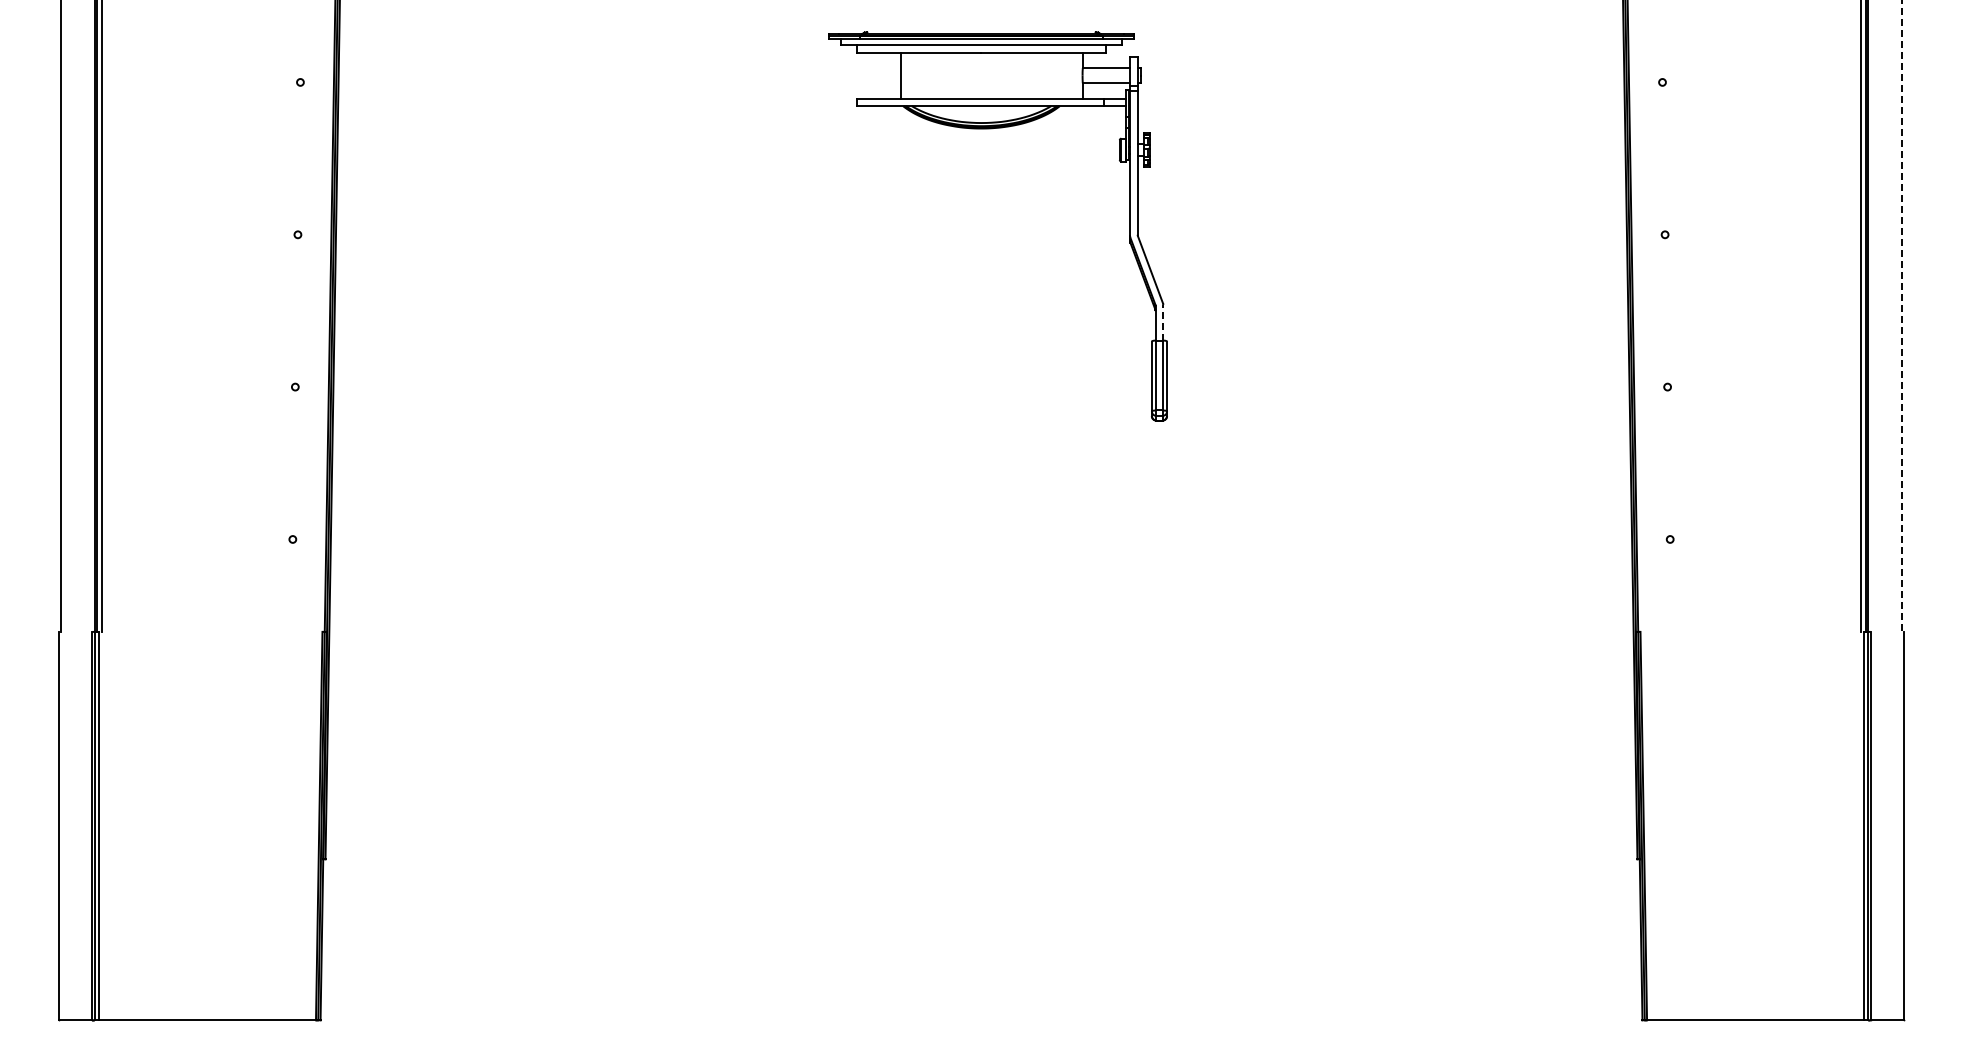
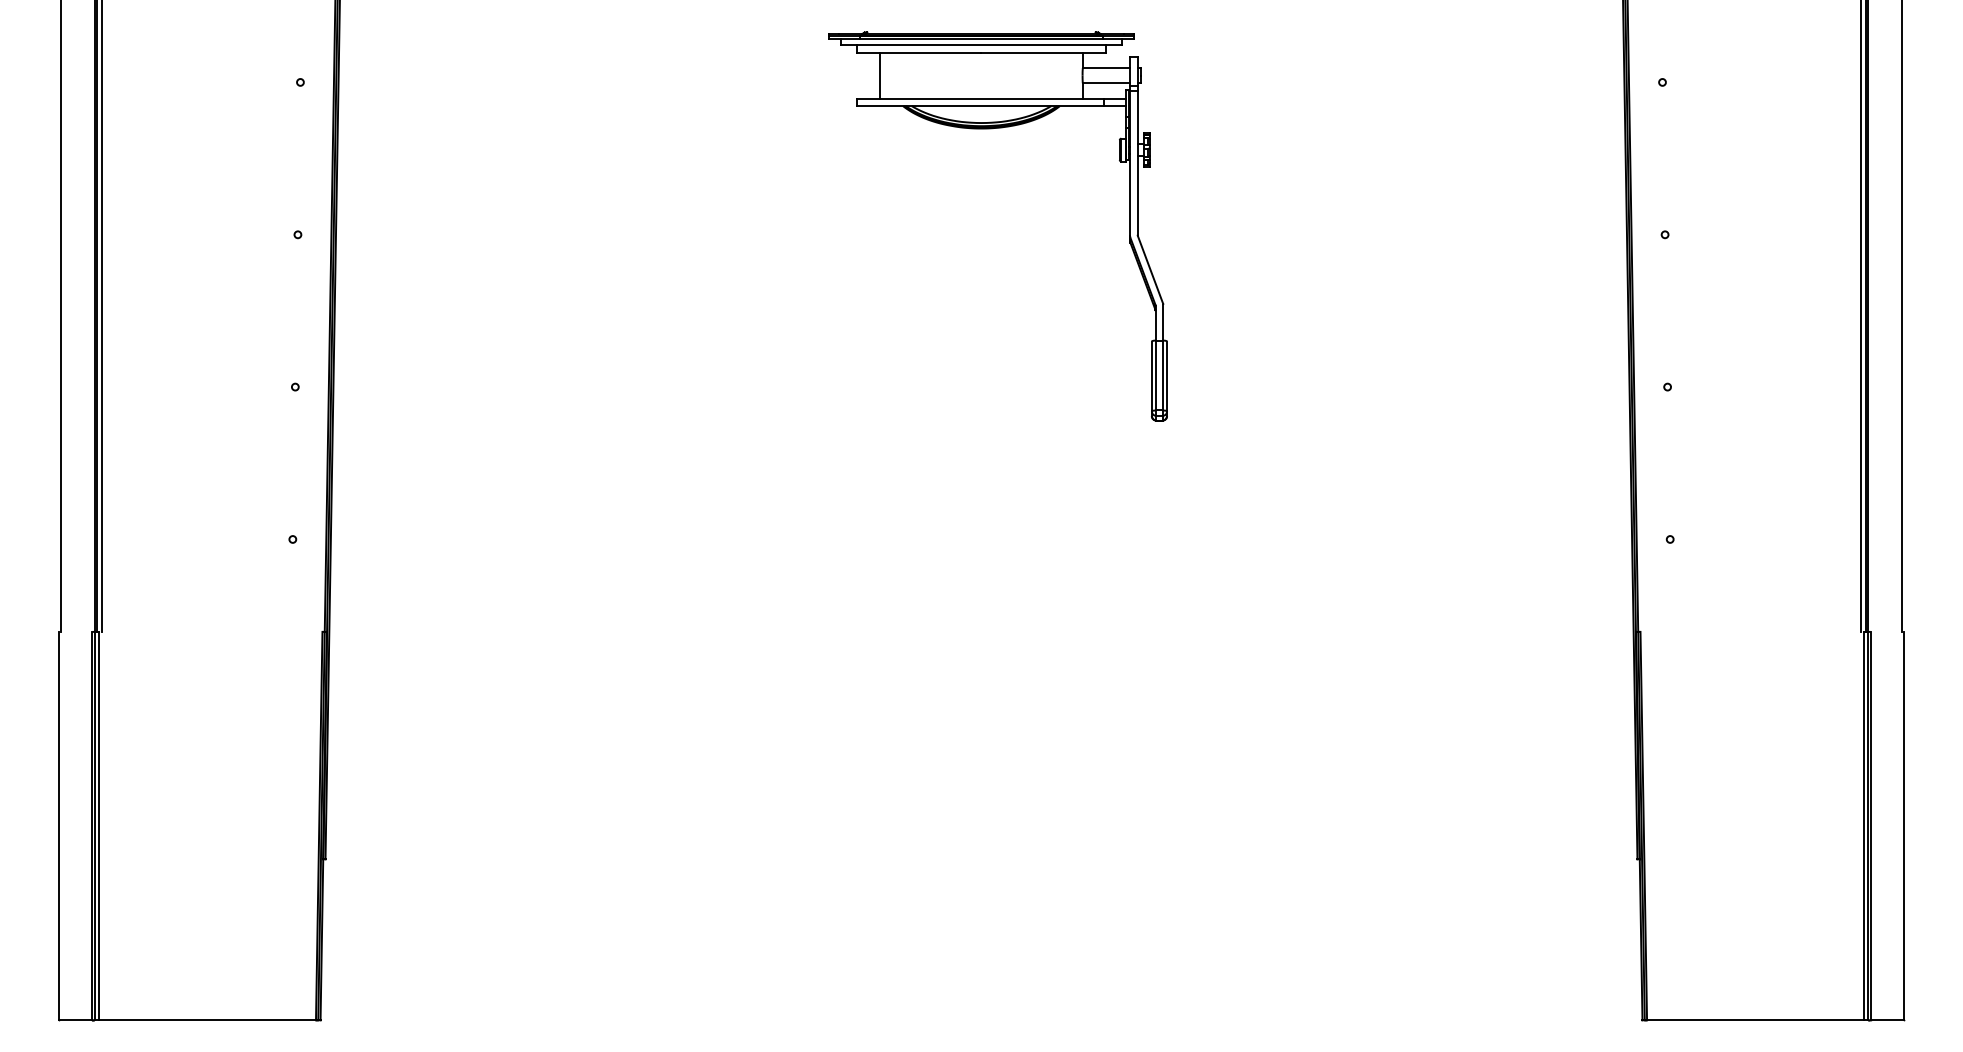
line at (901, 75) position: (901, 75) -> (880, 75)
line at (1901, 316): dashed -> solid
line at (1163, 322): dashed -> solid
